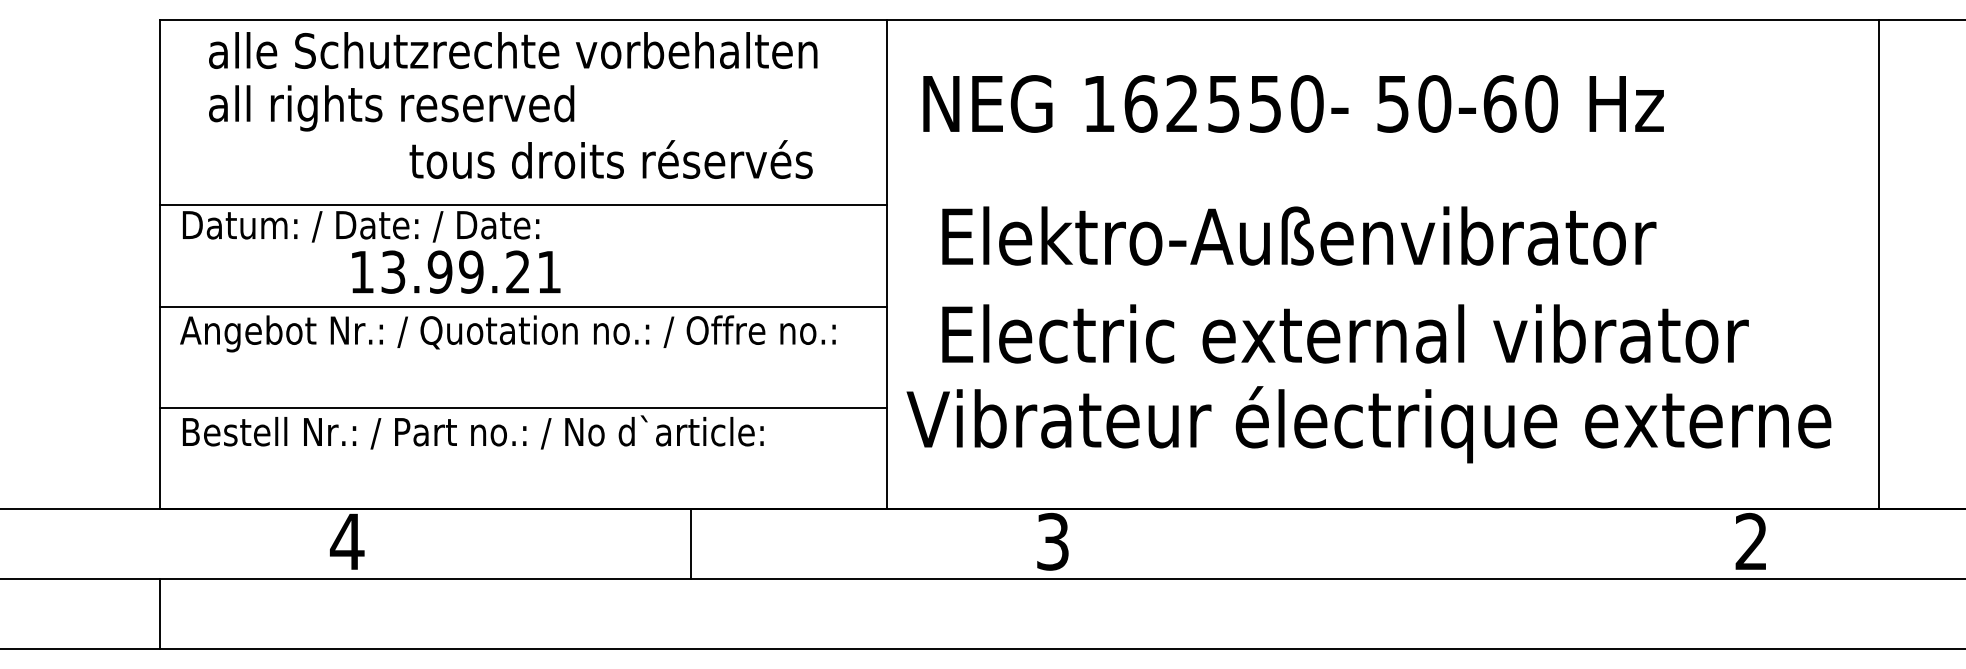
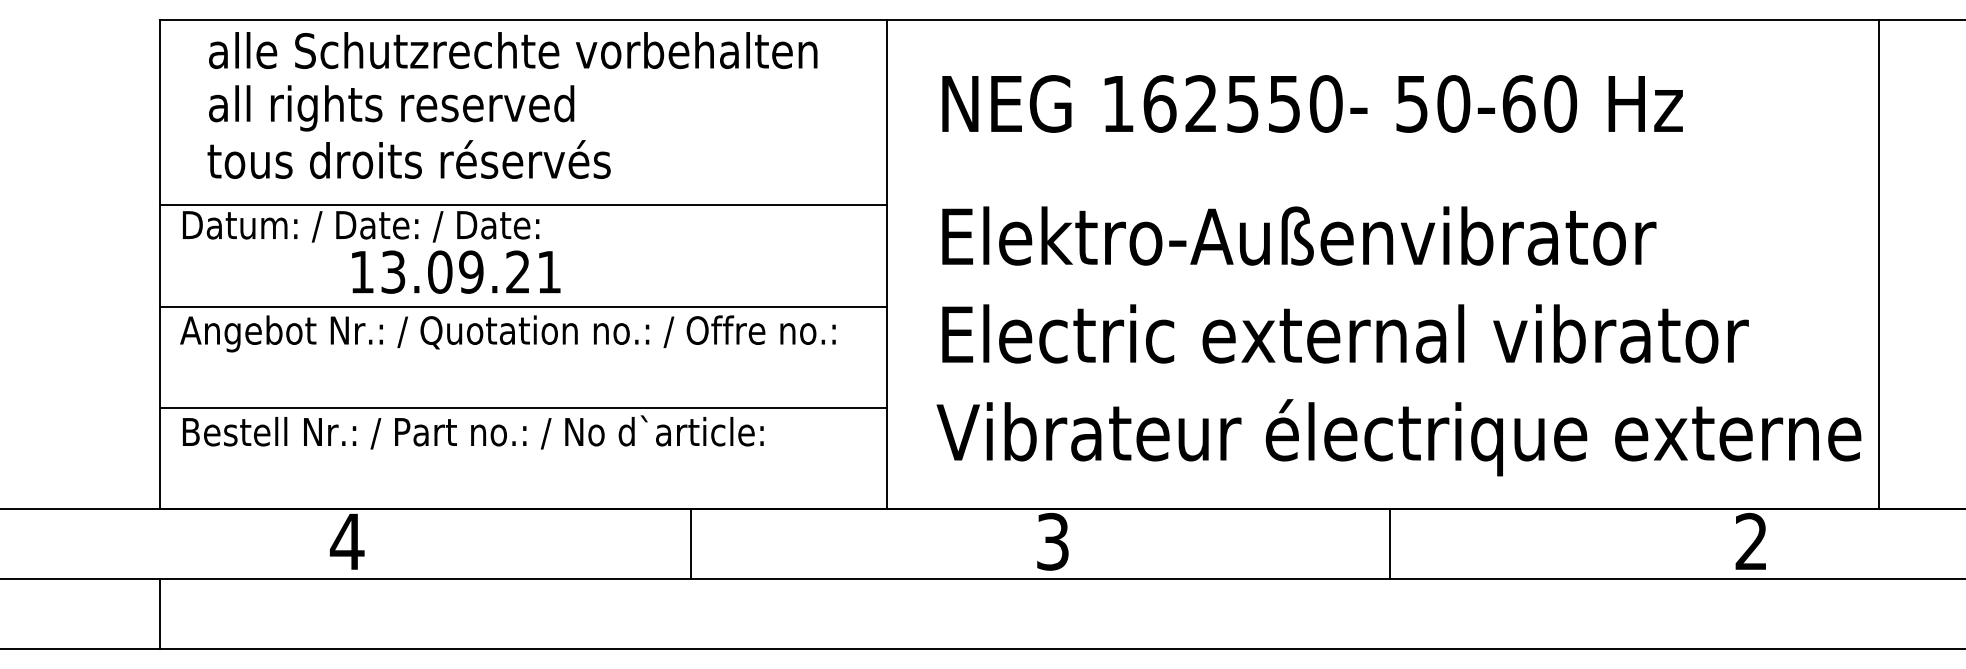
text at (1293, 103) position: (1293, 103) -> (1312, 103)
text at (610, 159) position: (610, 159) -> (408, 159)
text at (439, 271): 13.99.21 -> 13.09.21
text at (1368, 424) position: (1368, 424) -> (1398, 437)
line at (1389, 544): none -> present
